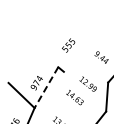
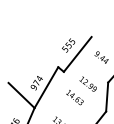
line at (77, 54): none -> present
line at (46, 87): dashed -> solid
